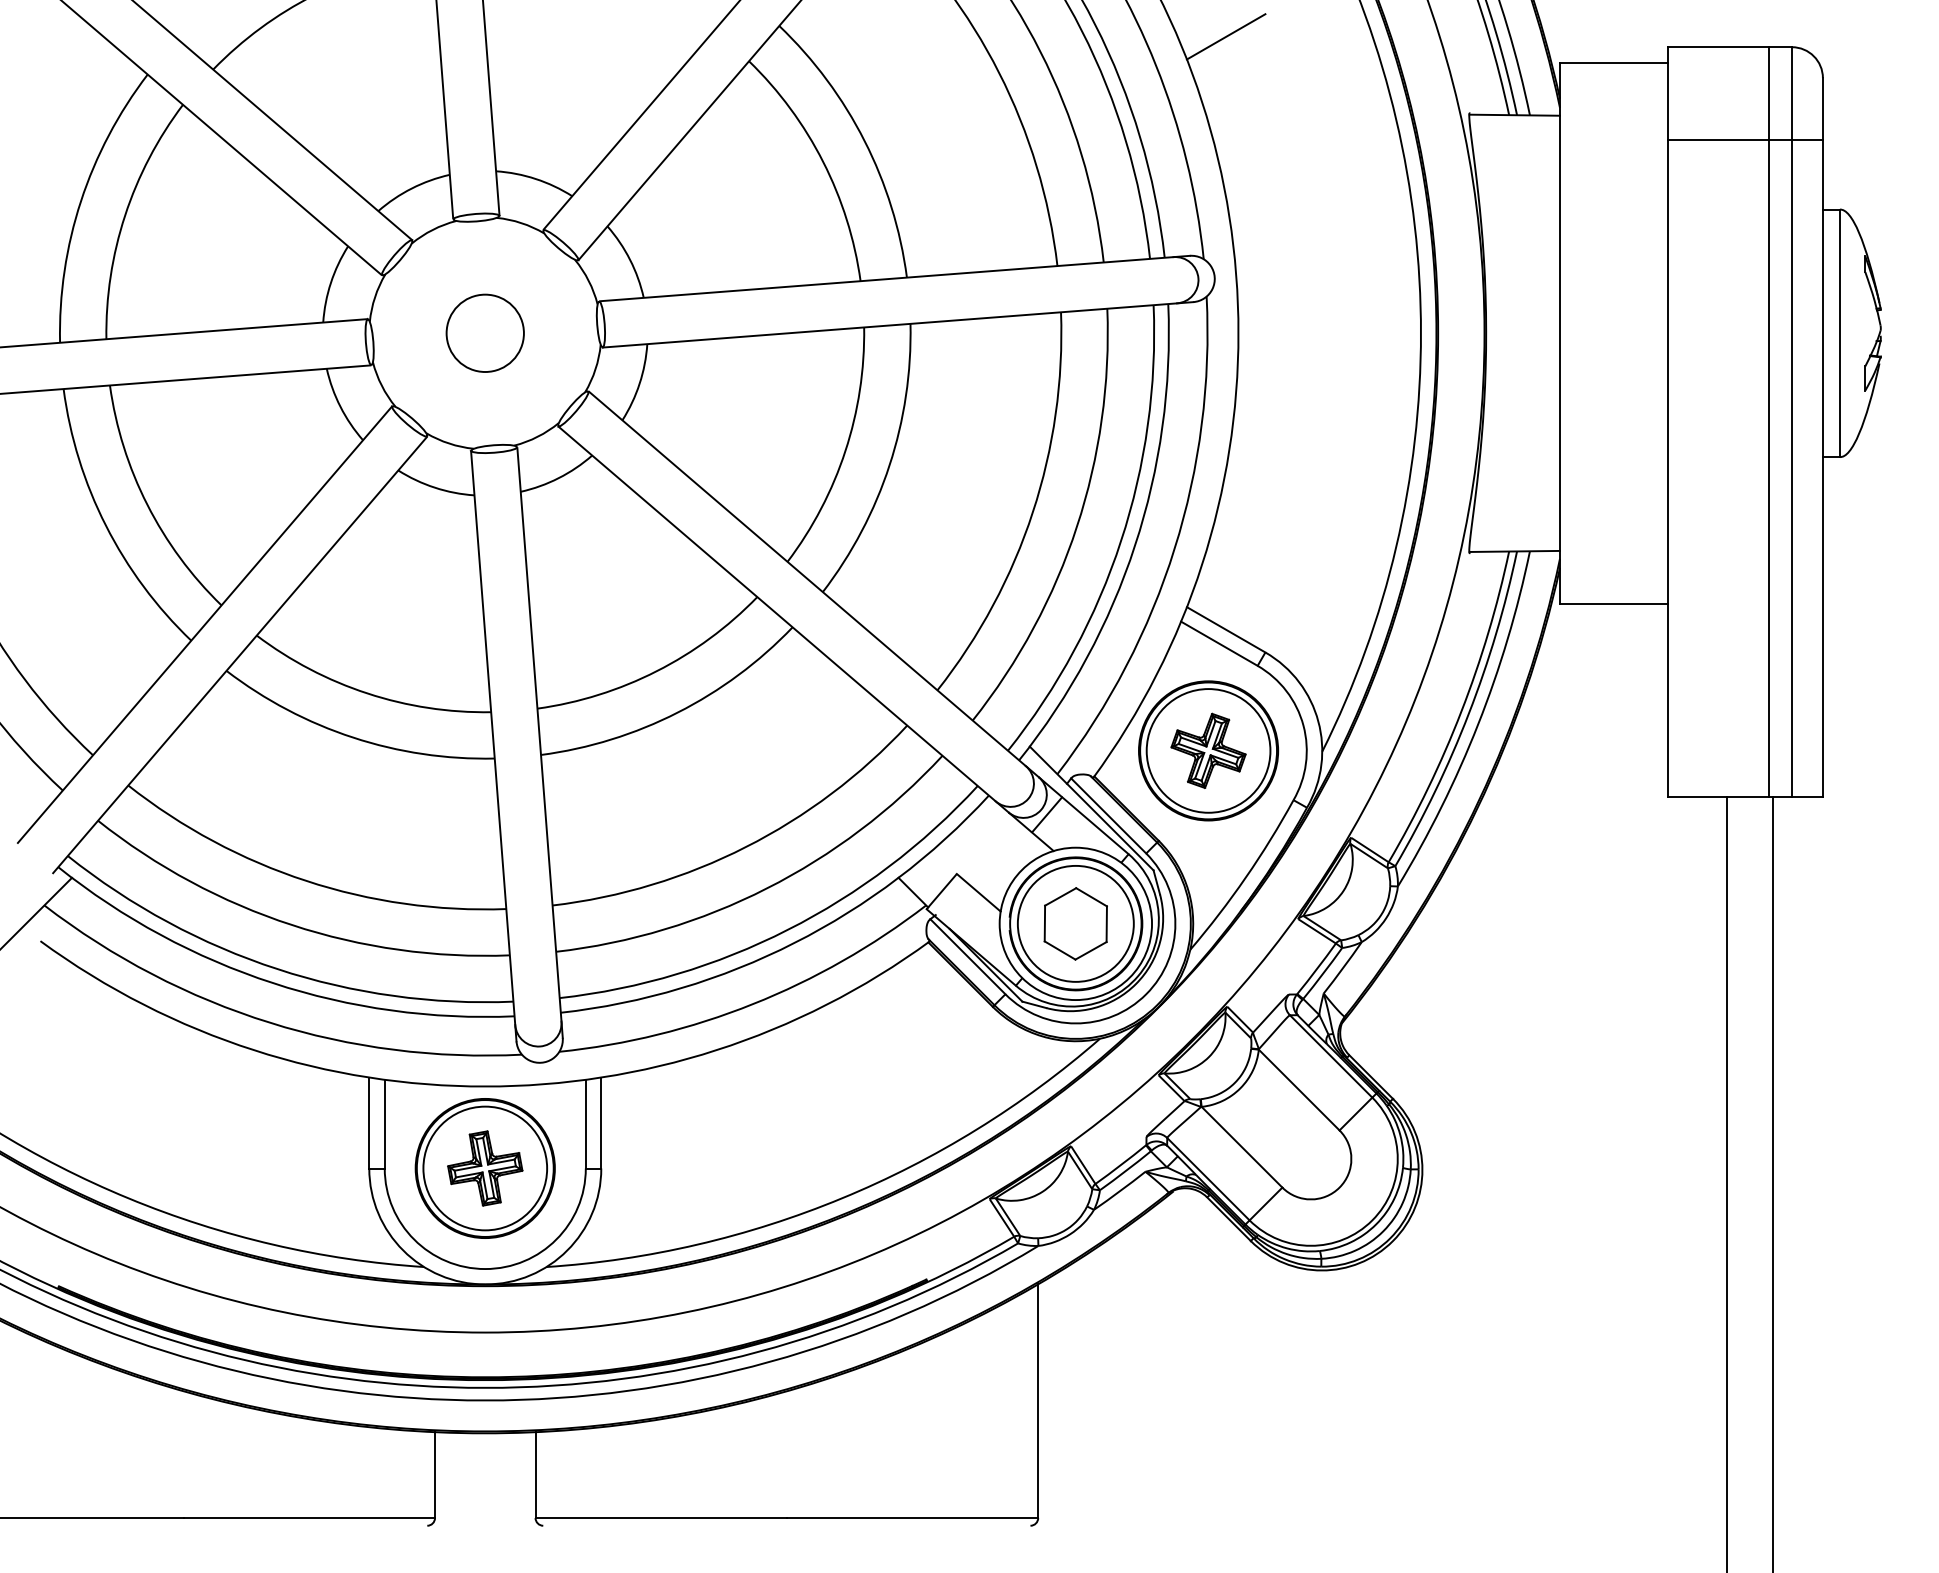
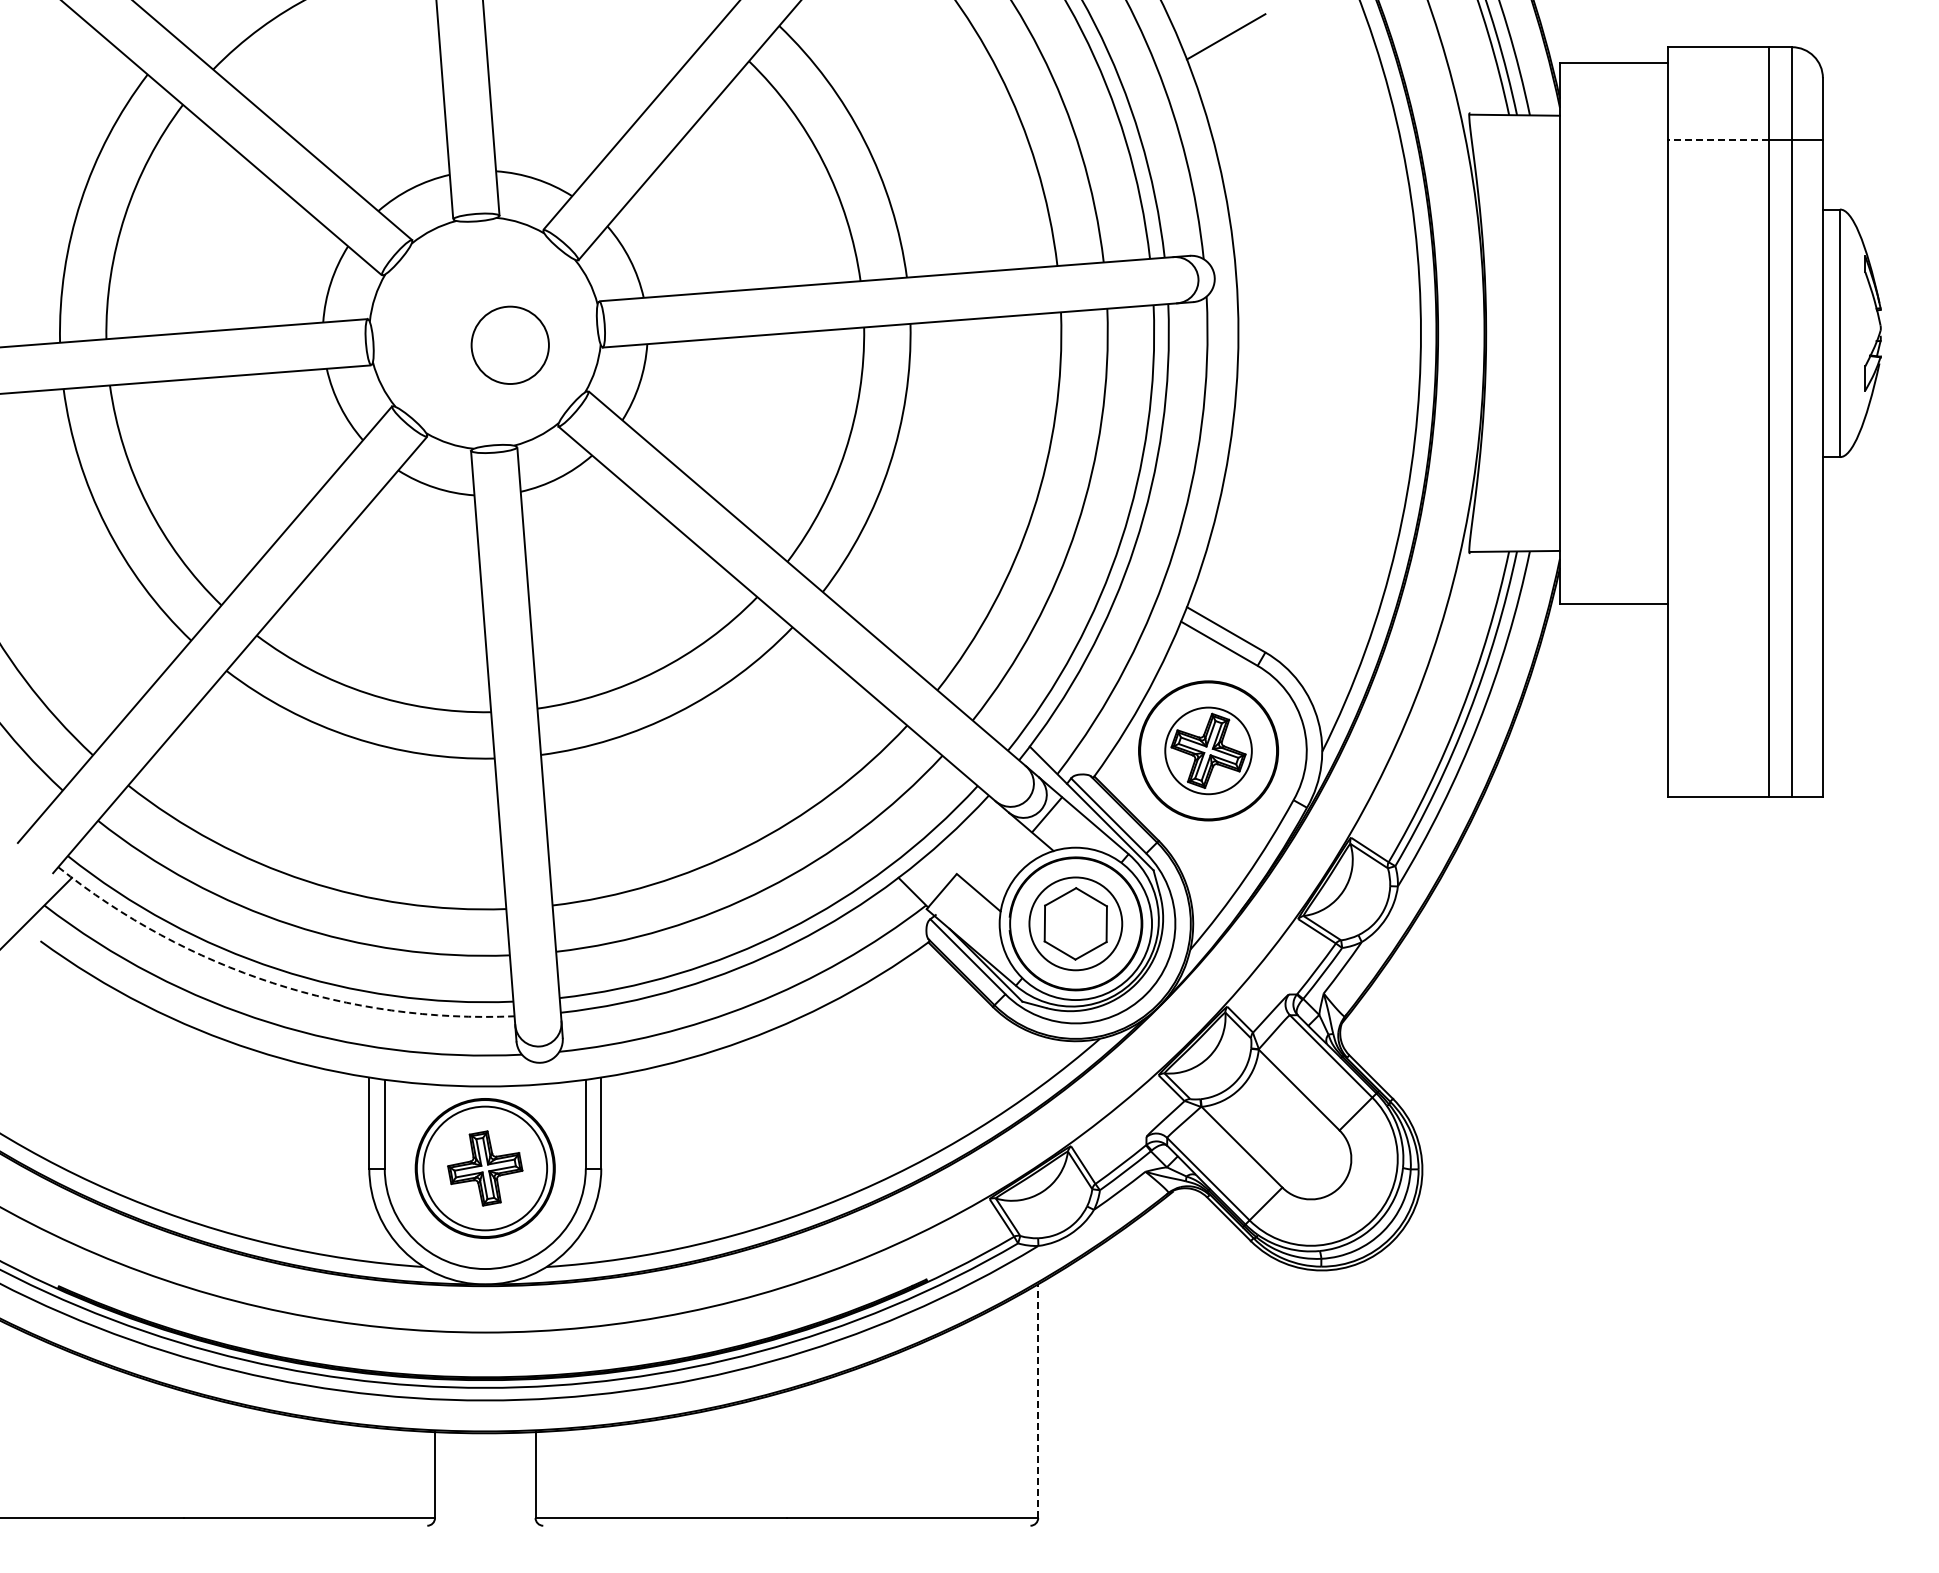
line at (1718, 140): solid -> dashed
circle at (484, 332) position: (484, 332) -> (509, 344)
circle at (1208, 750) diameter: 124 px -> 87 px
circle at (1075, 923) diameter: 116 px -> 93 px
arc at (272, 983): solid -> dashed
line at (1726, 1183): present -> none
line at (1773, 1183): present -> none
line at (1038, 1401): solid -> dashed
